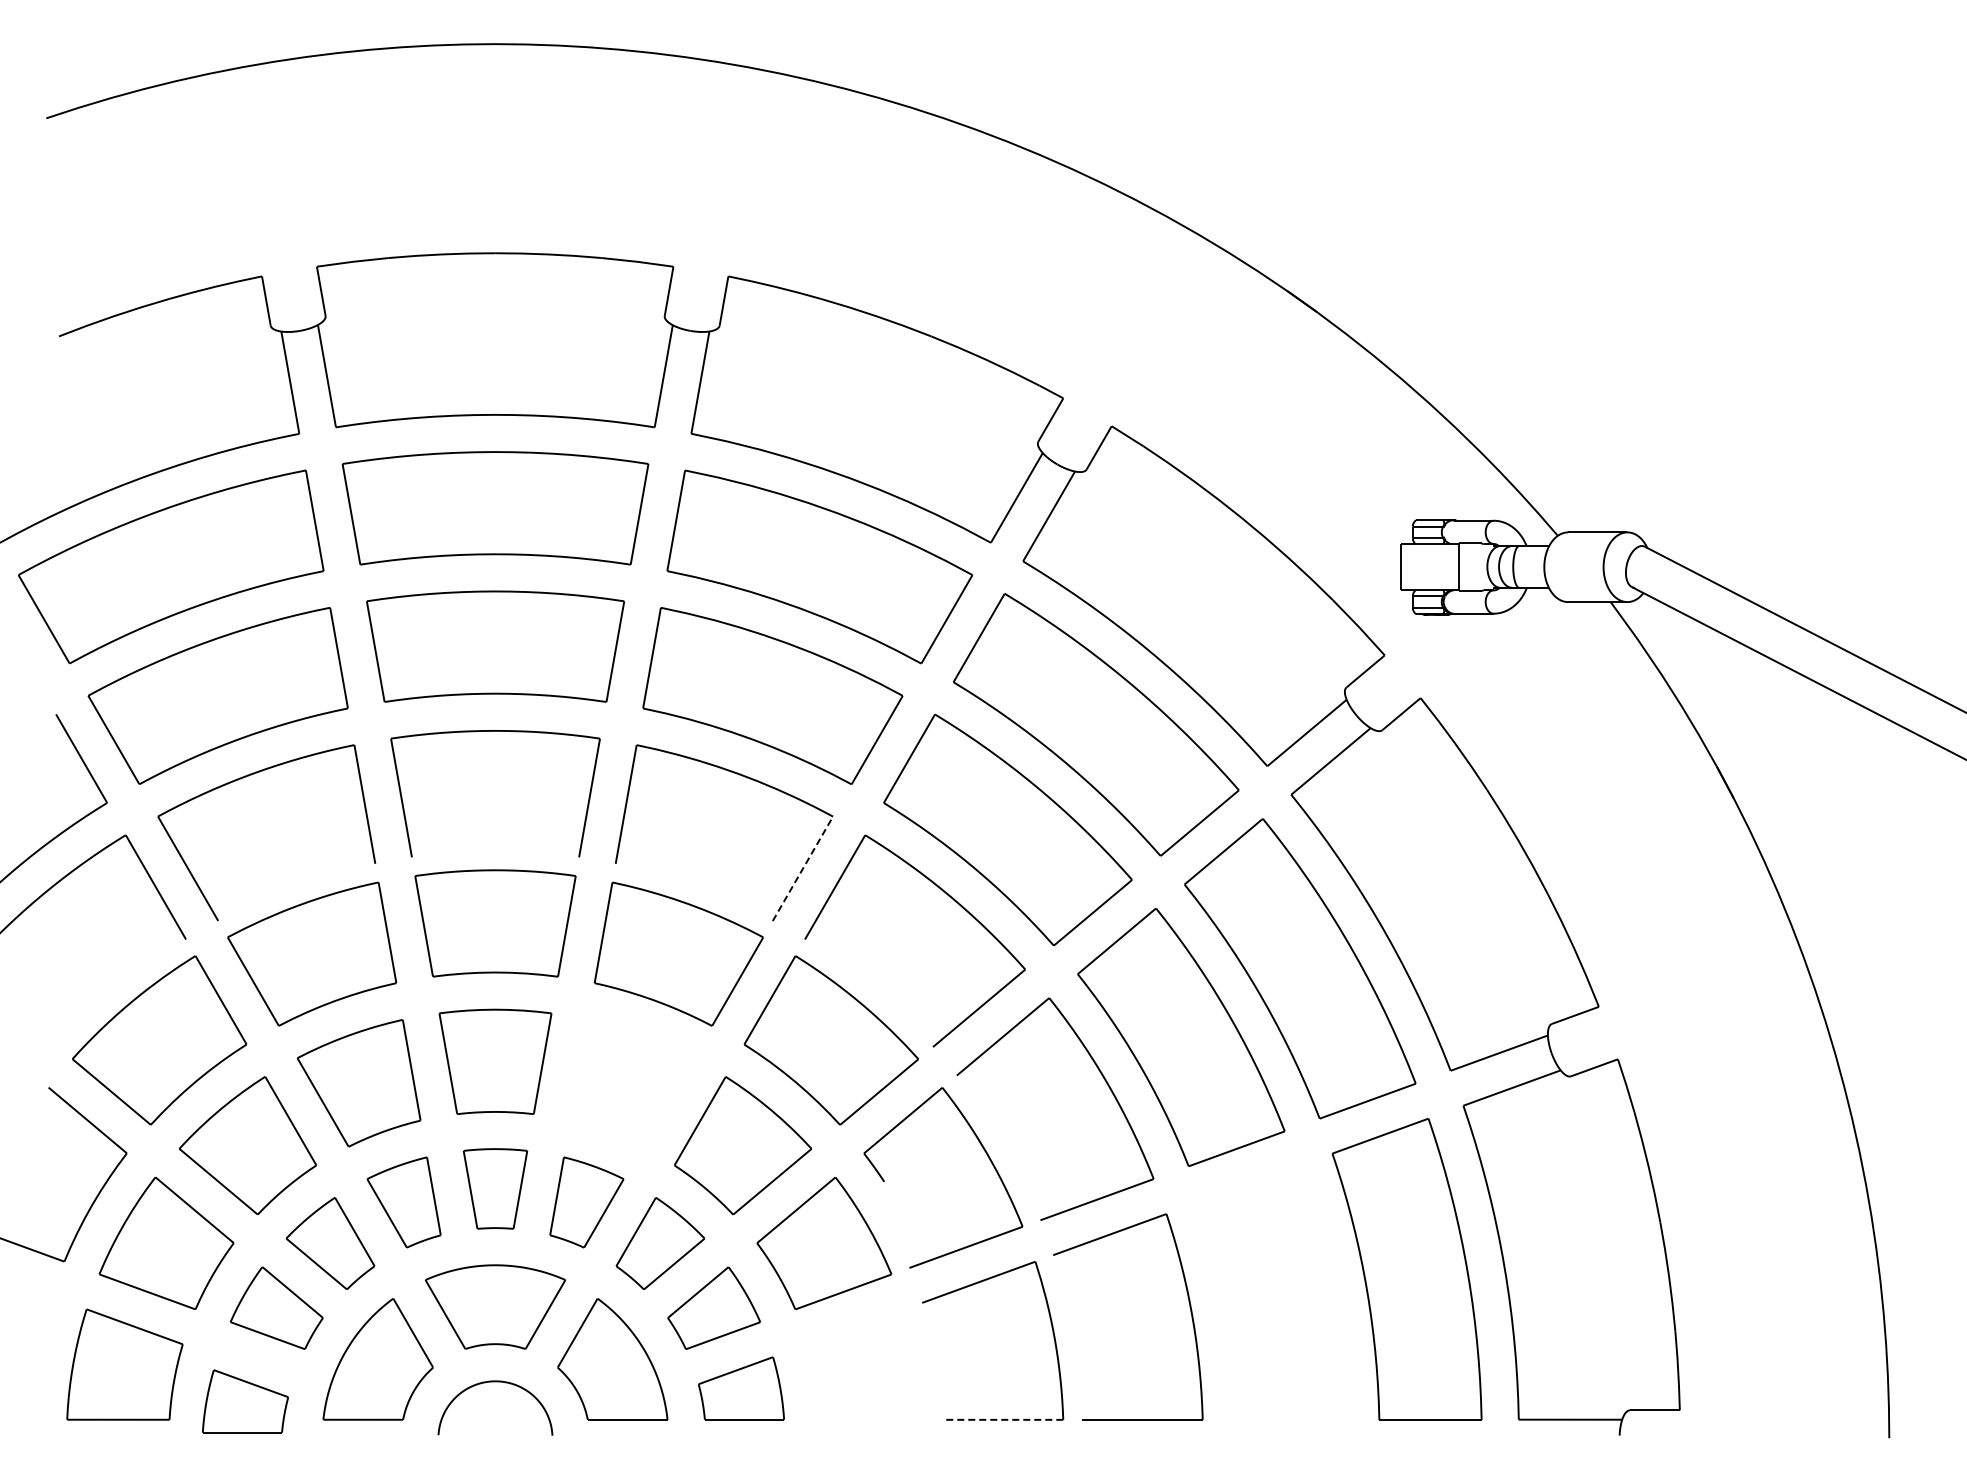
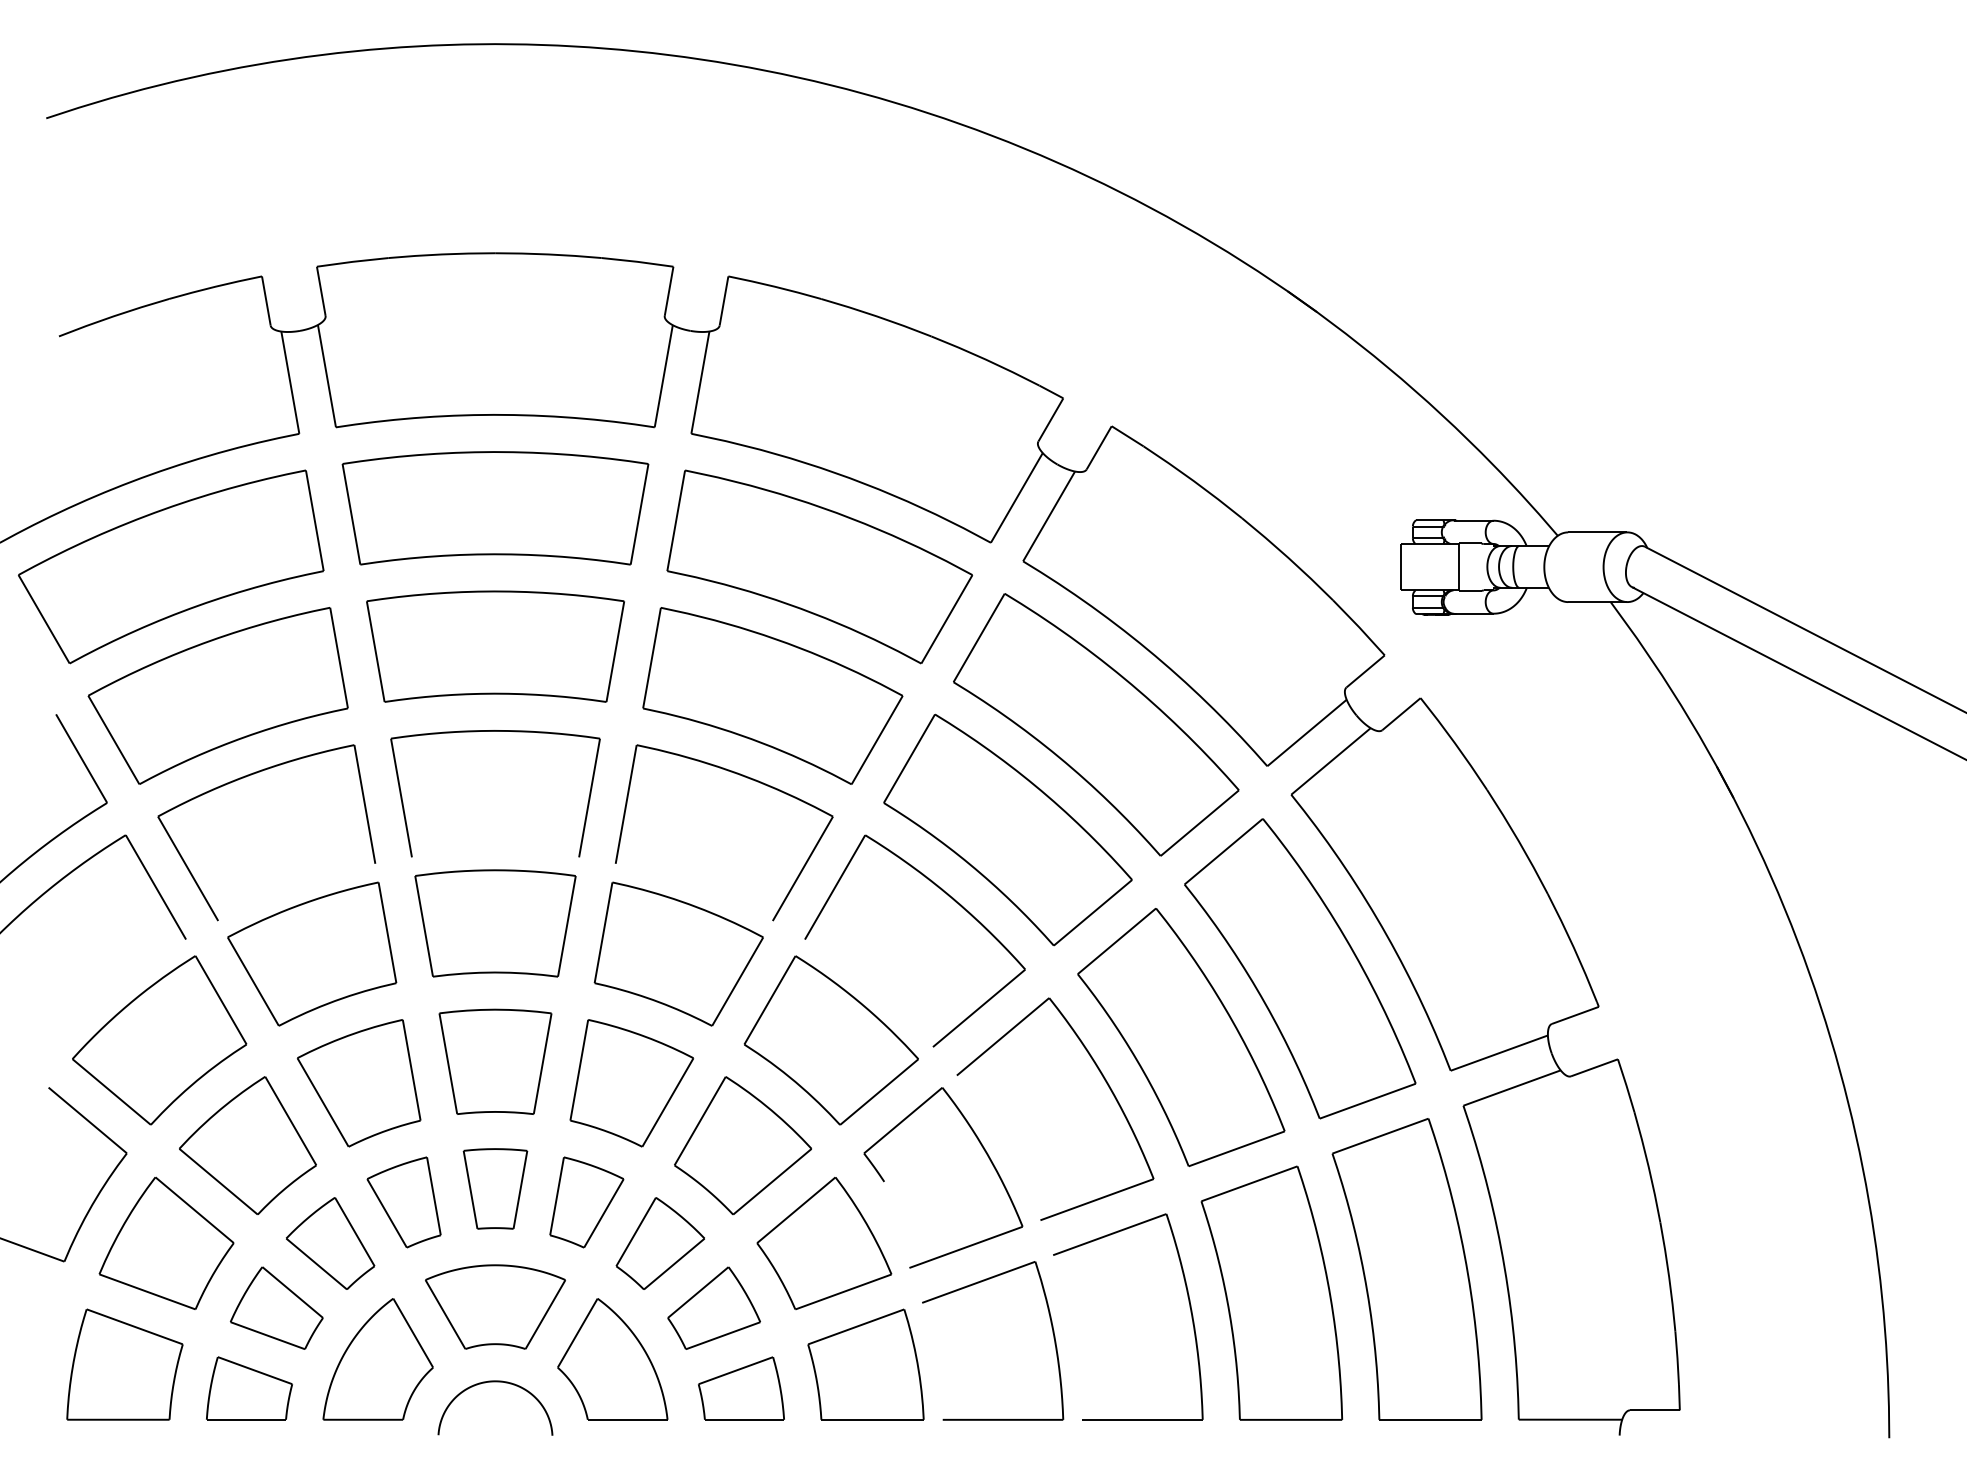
line at (803, 868): dashed -> solid
part at (631, 1083): none -> present
part at (1271, 1292): none -> present
part at (865, 1364): none -> present
part at (245, 1401) position: (245, 1401) -> (249, 1388)
line at (1002, 1419): dashed -> solid
